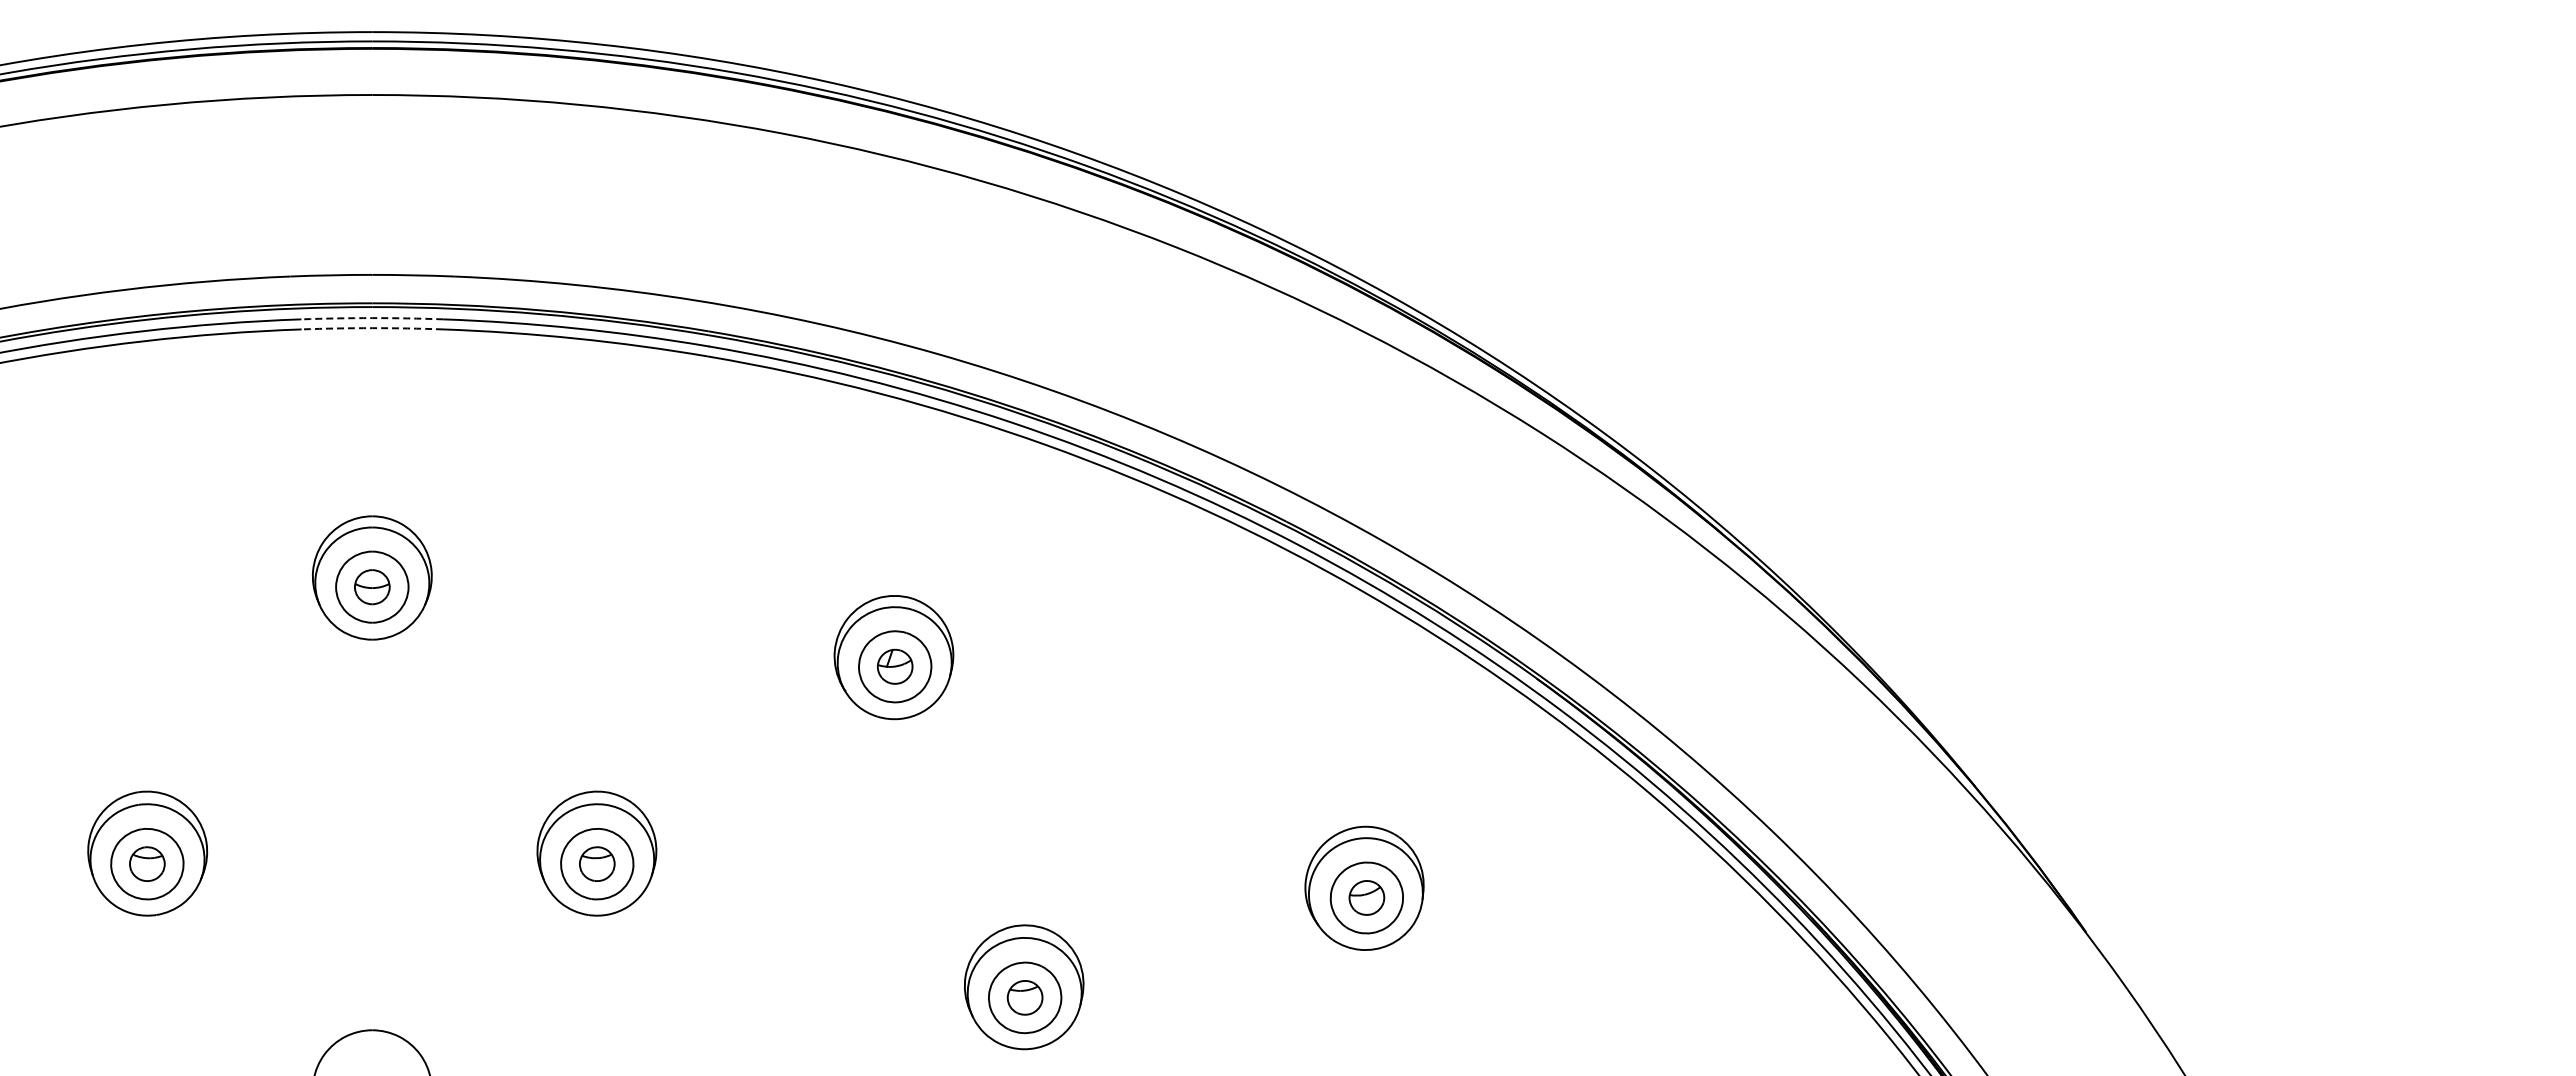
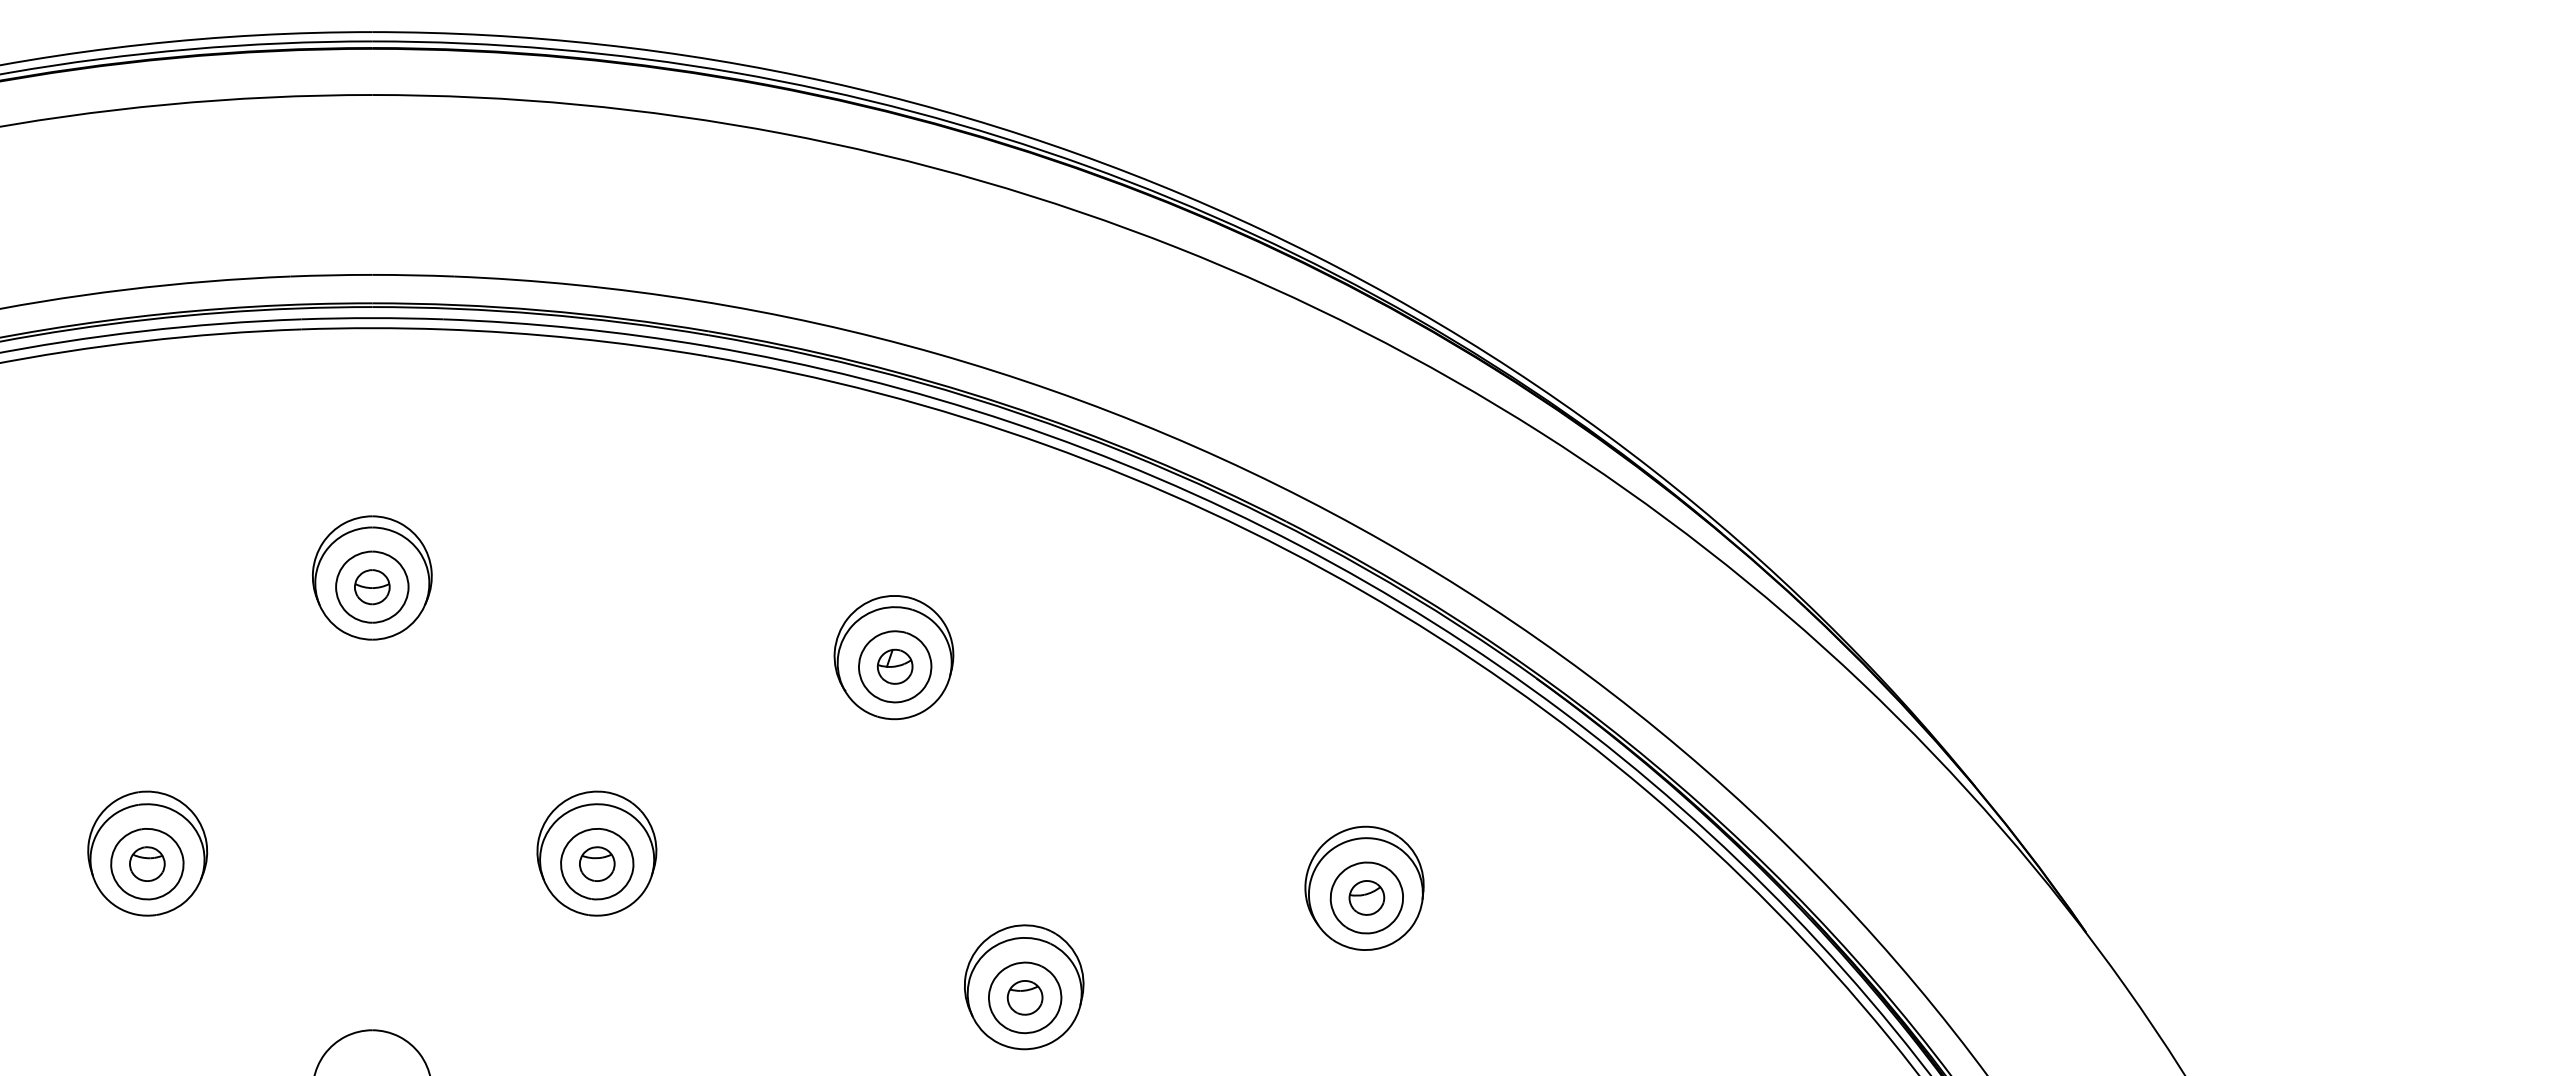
arc at (372, 318): dashed -> solid
arc at (372, 328): dashed -> solid
